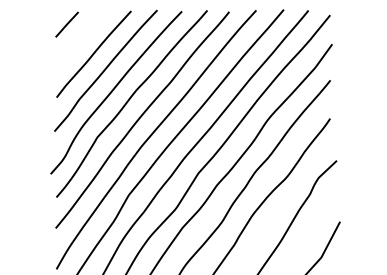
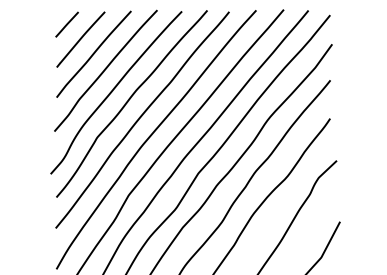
line at (80, 39): none -> present
